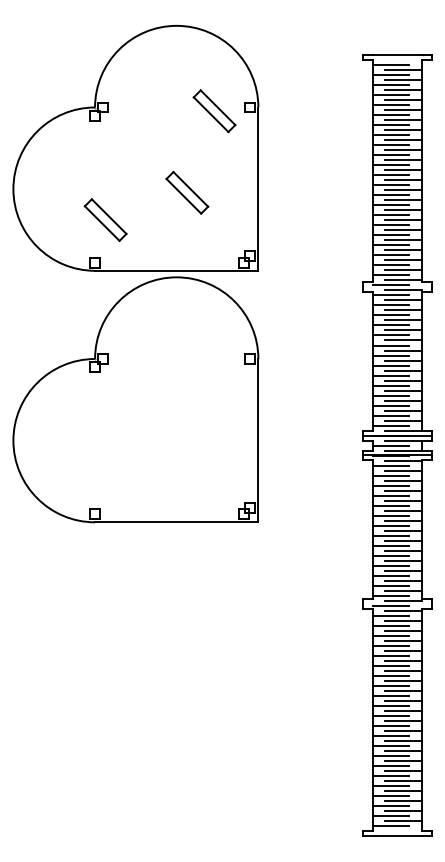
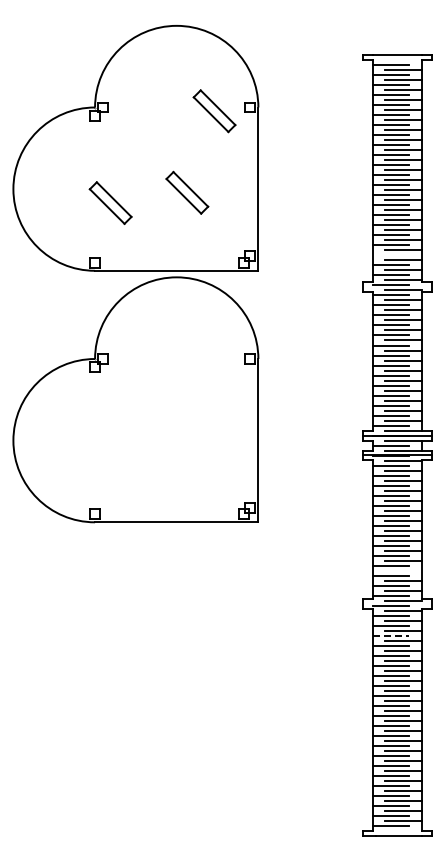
part at (105, 219) position: (105, 219) -> (110, 202)
line at (390, 255): present -> none
line at (402, 570): present -> none
line at (391, 636): solid -> dashed
